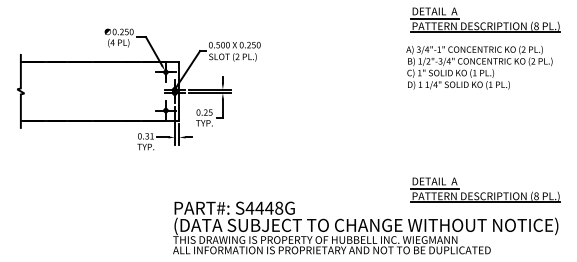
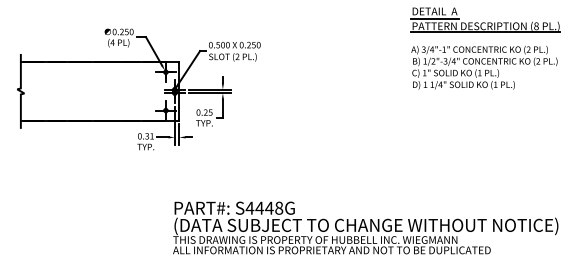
text at (479, 67) position: (479, 67) -> (484, 67)
part at (485, 189): present -> none
